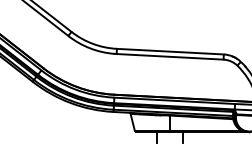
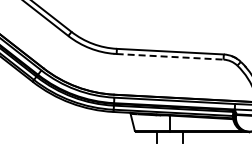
line at (170, 56): solid -> dashed
